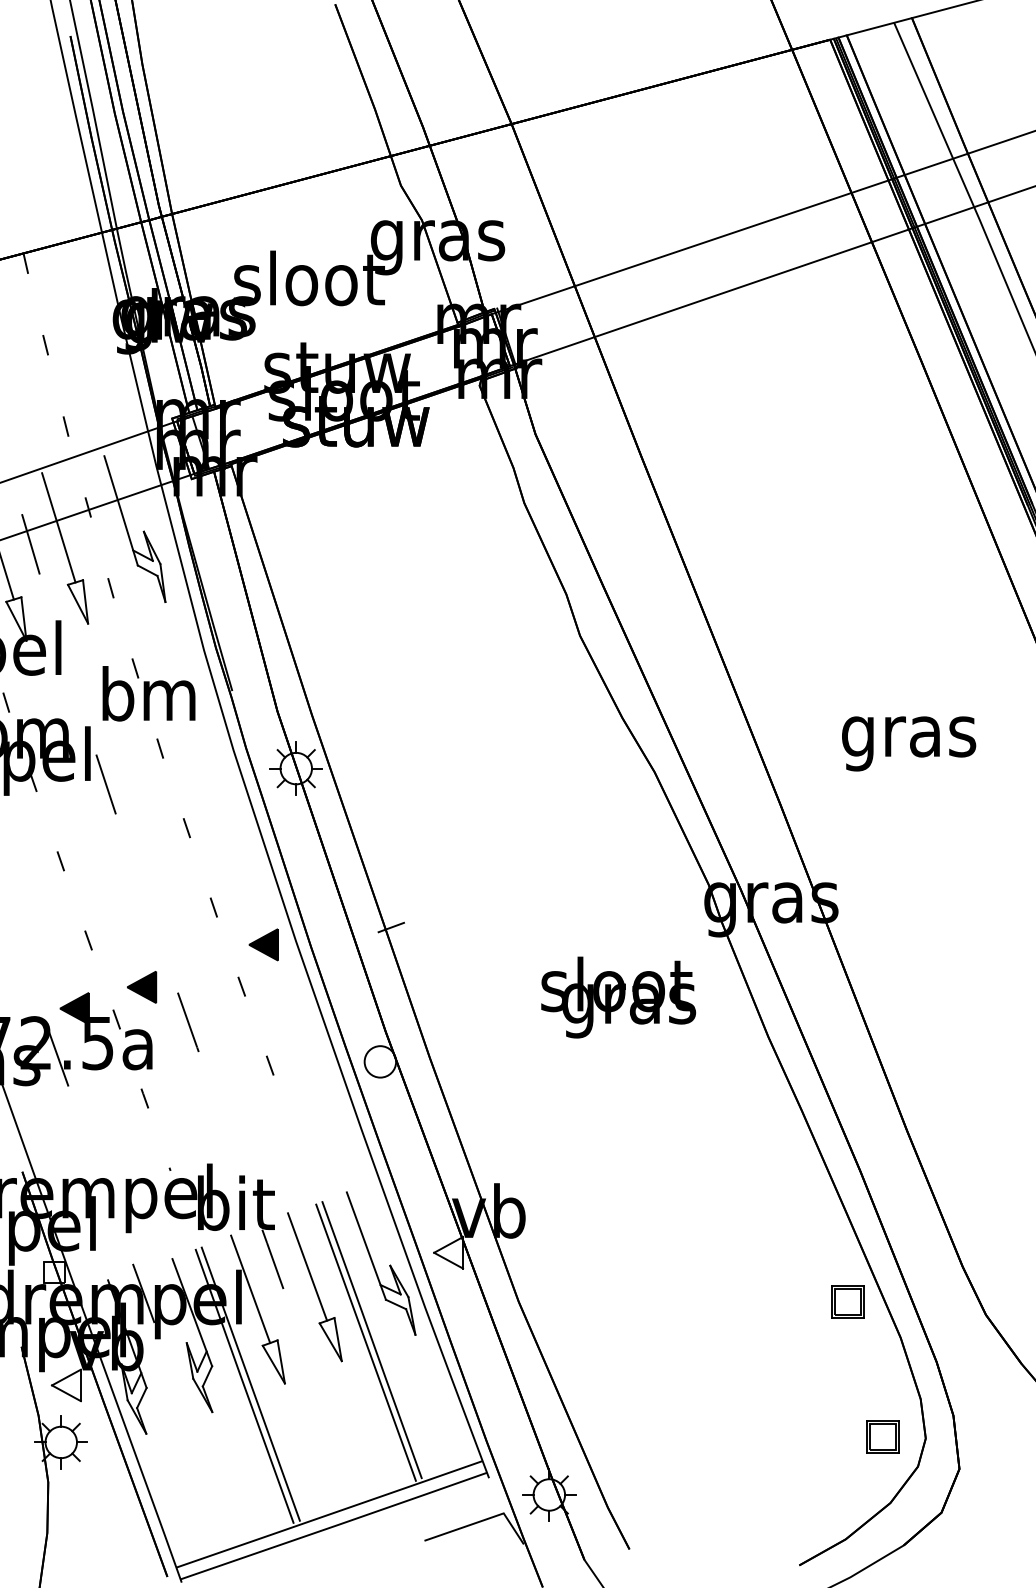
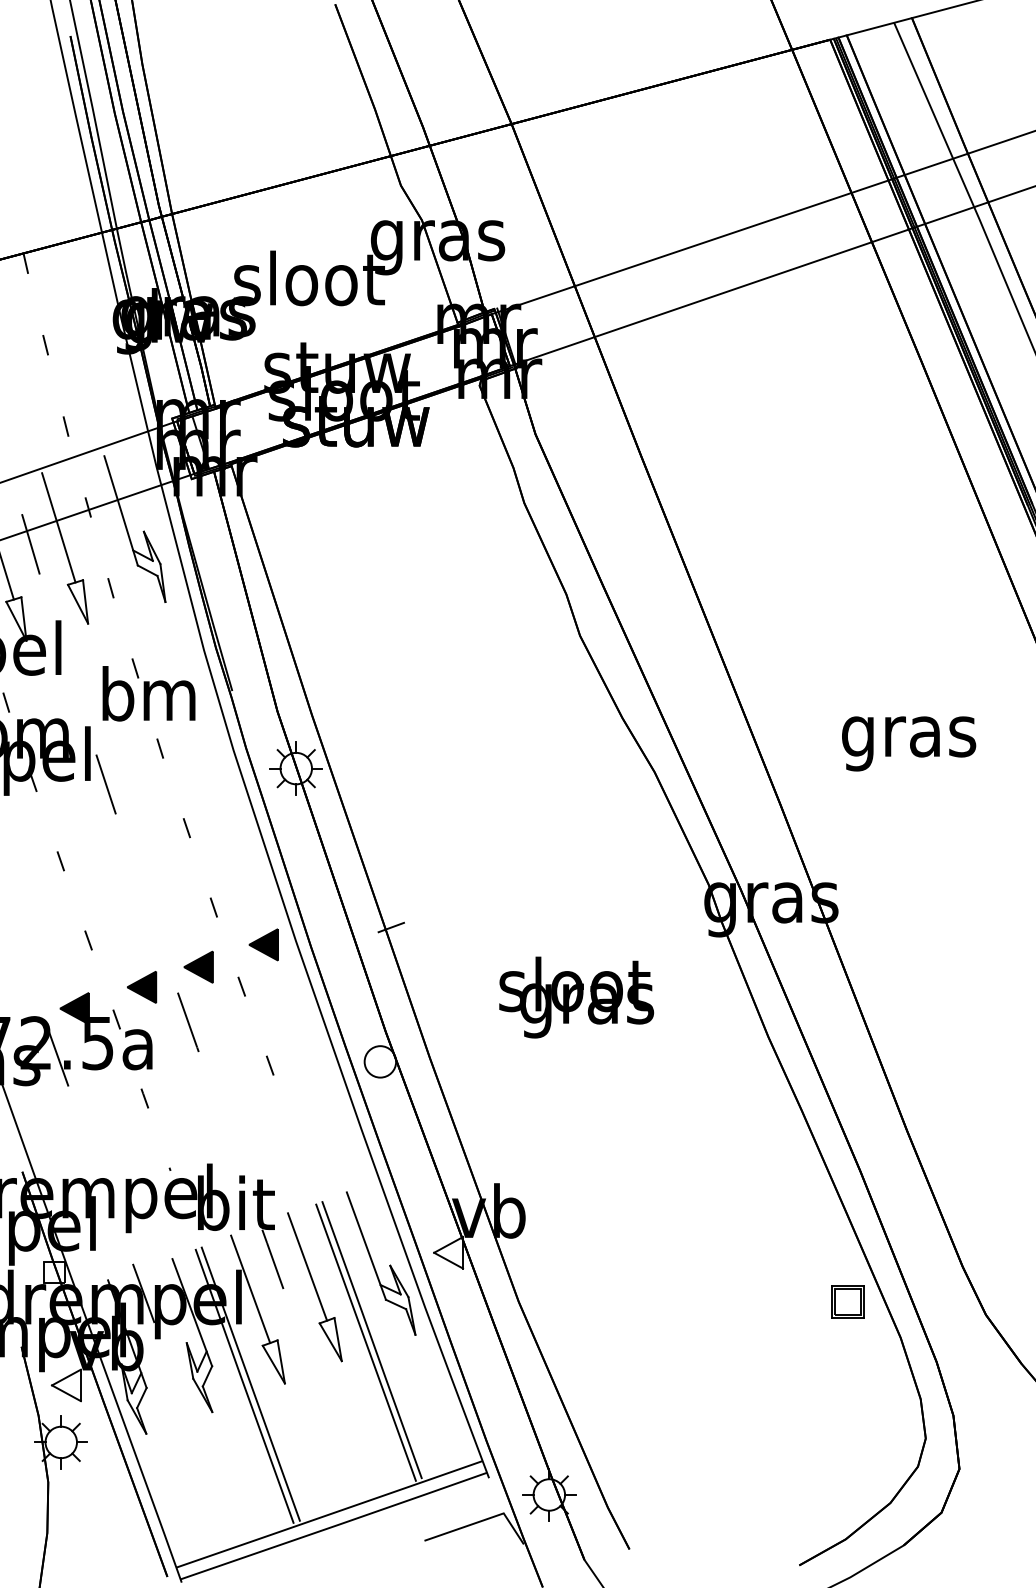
part at (198, 966): none -> present
text at (618, 997) position: (618, 997) -> (576, 997)
part at (882, 1436): present -> none
